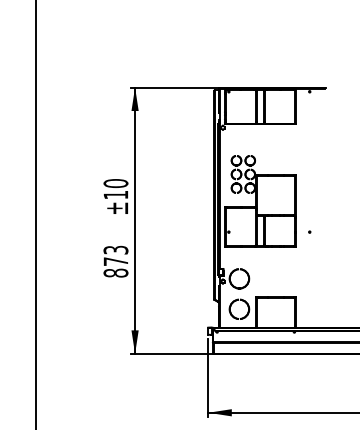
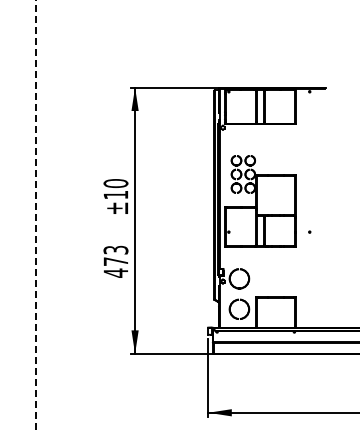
line at (36, 215): solid -> dashed
text at (115, 272): 873 -> 473
